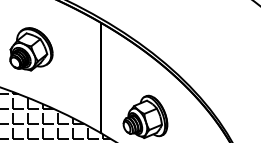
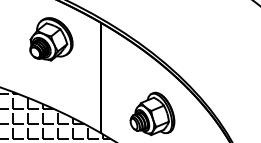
part at (31, 49) position: (31, 49) -> (51, 39)
part at (145, 116) position: (145, 116) -> (152, 113)
